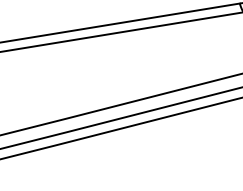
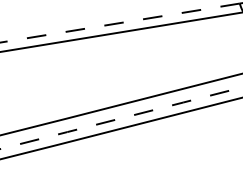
line at (119, 23): solid -> dashed
arc at (122, 118): solid -> dashed
